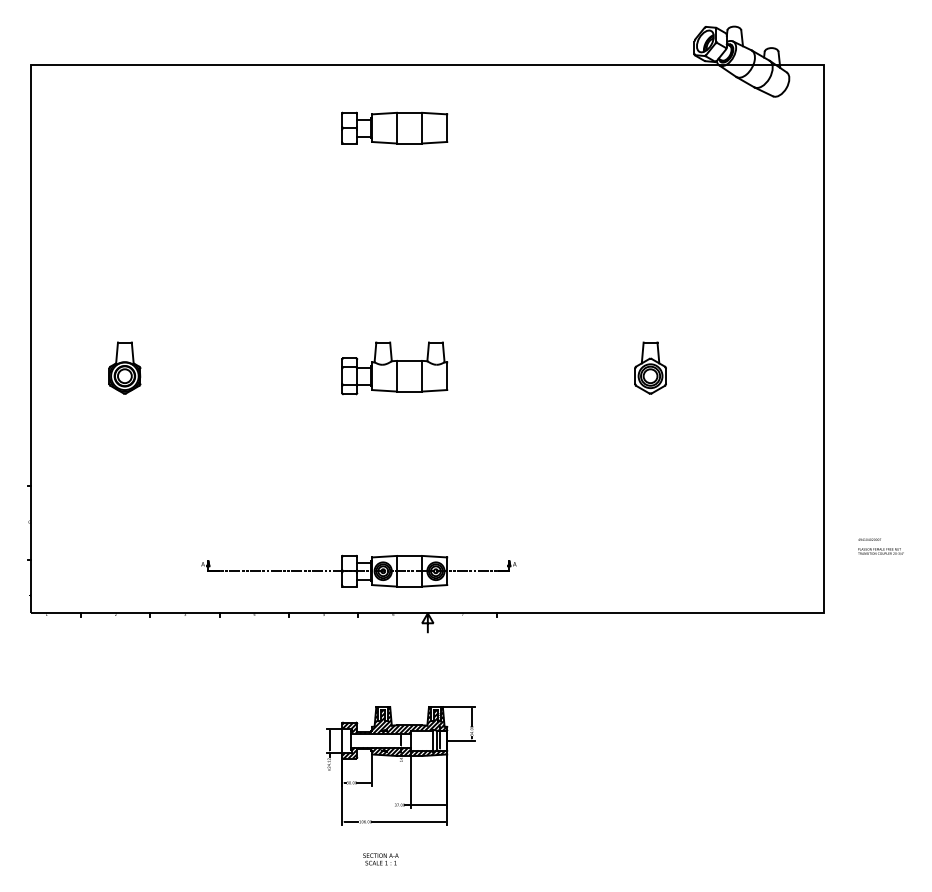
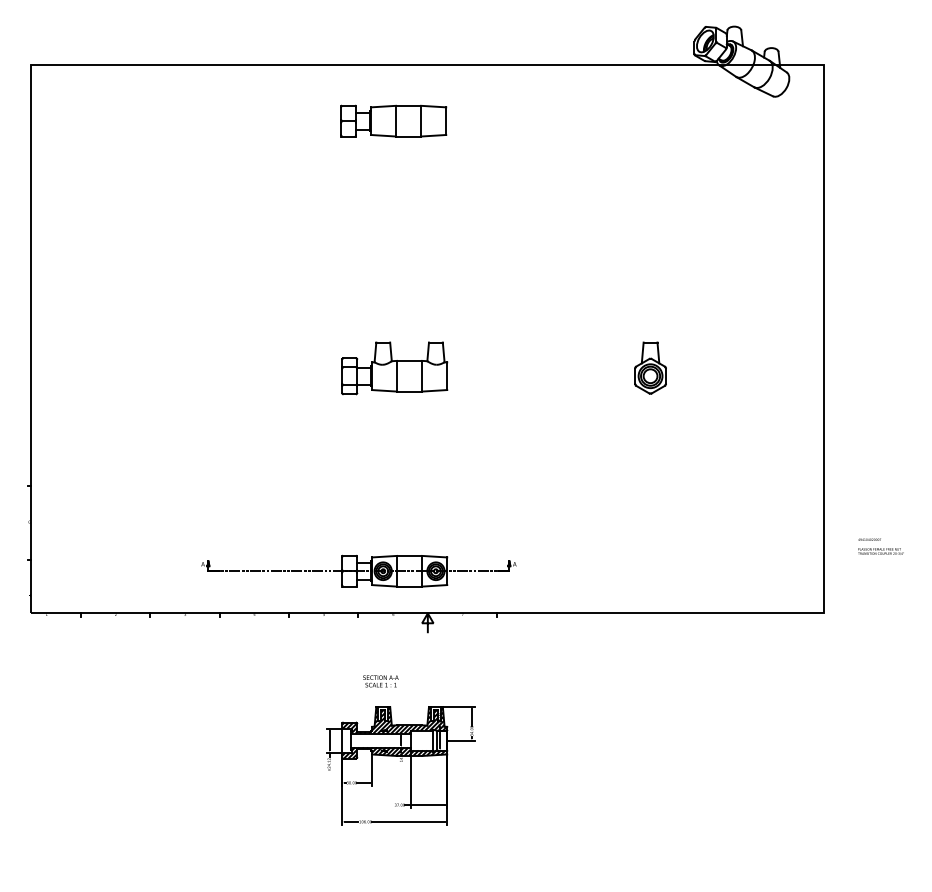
part at (394, 127) position: (394, 127) -> (393, 120)
part at (124, 367): present -> none
text at (380, 859) position: (380, 859) -> (380, 681)
